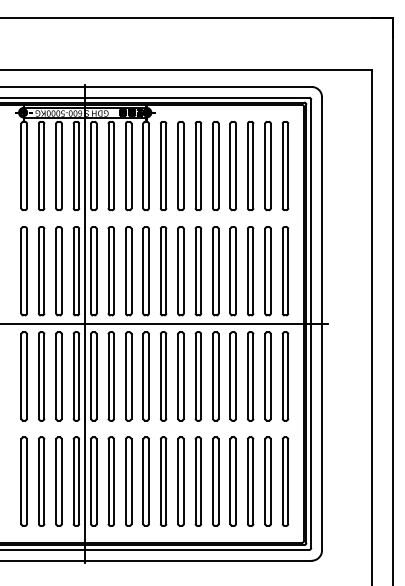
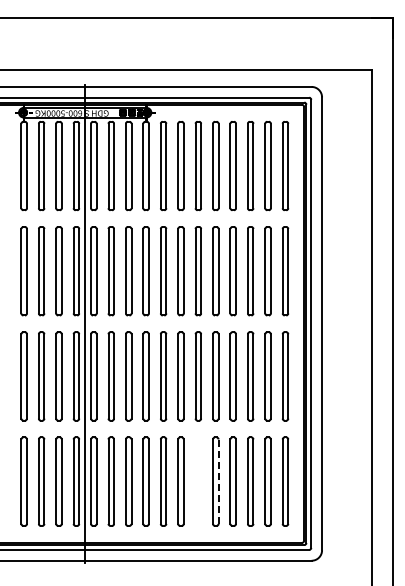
line at (164, 323): present -> none
part at (197, 481): present -> none
line at (218, 481): solid -> dashed
